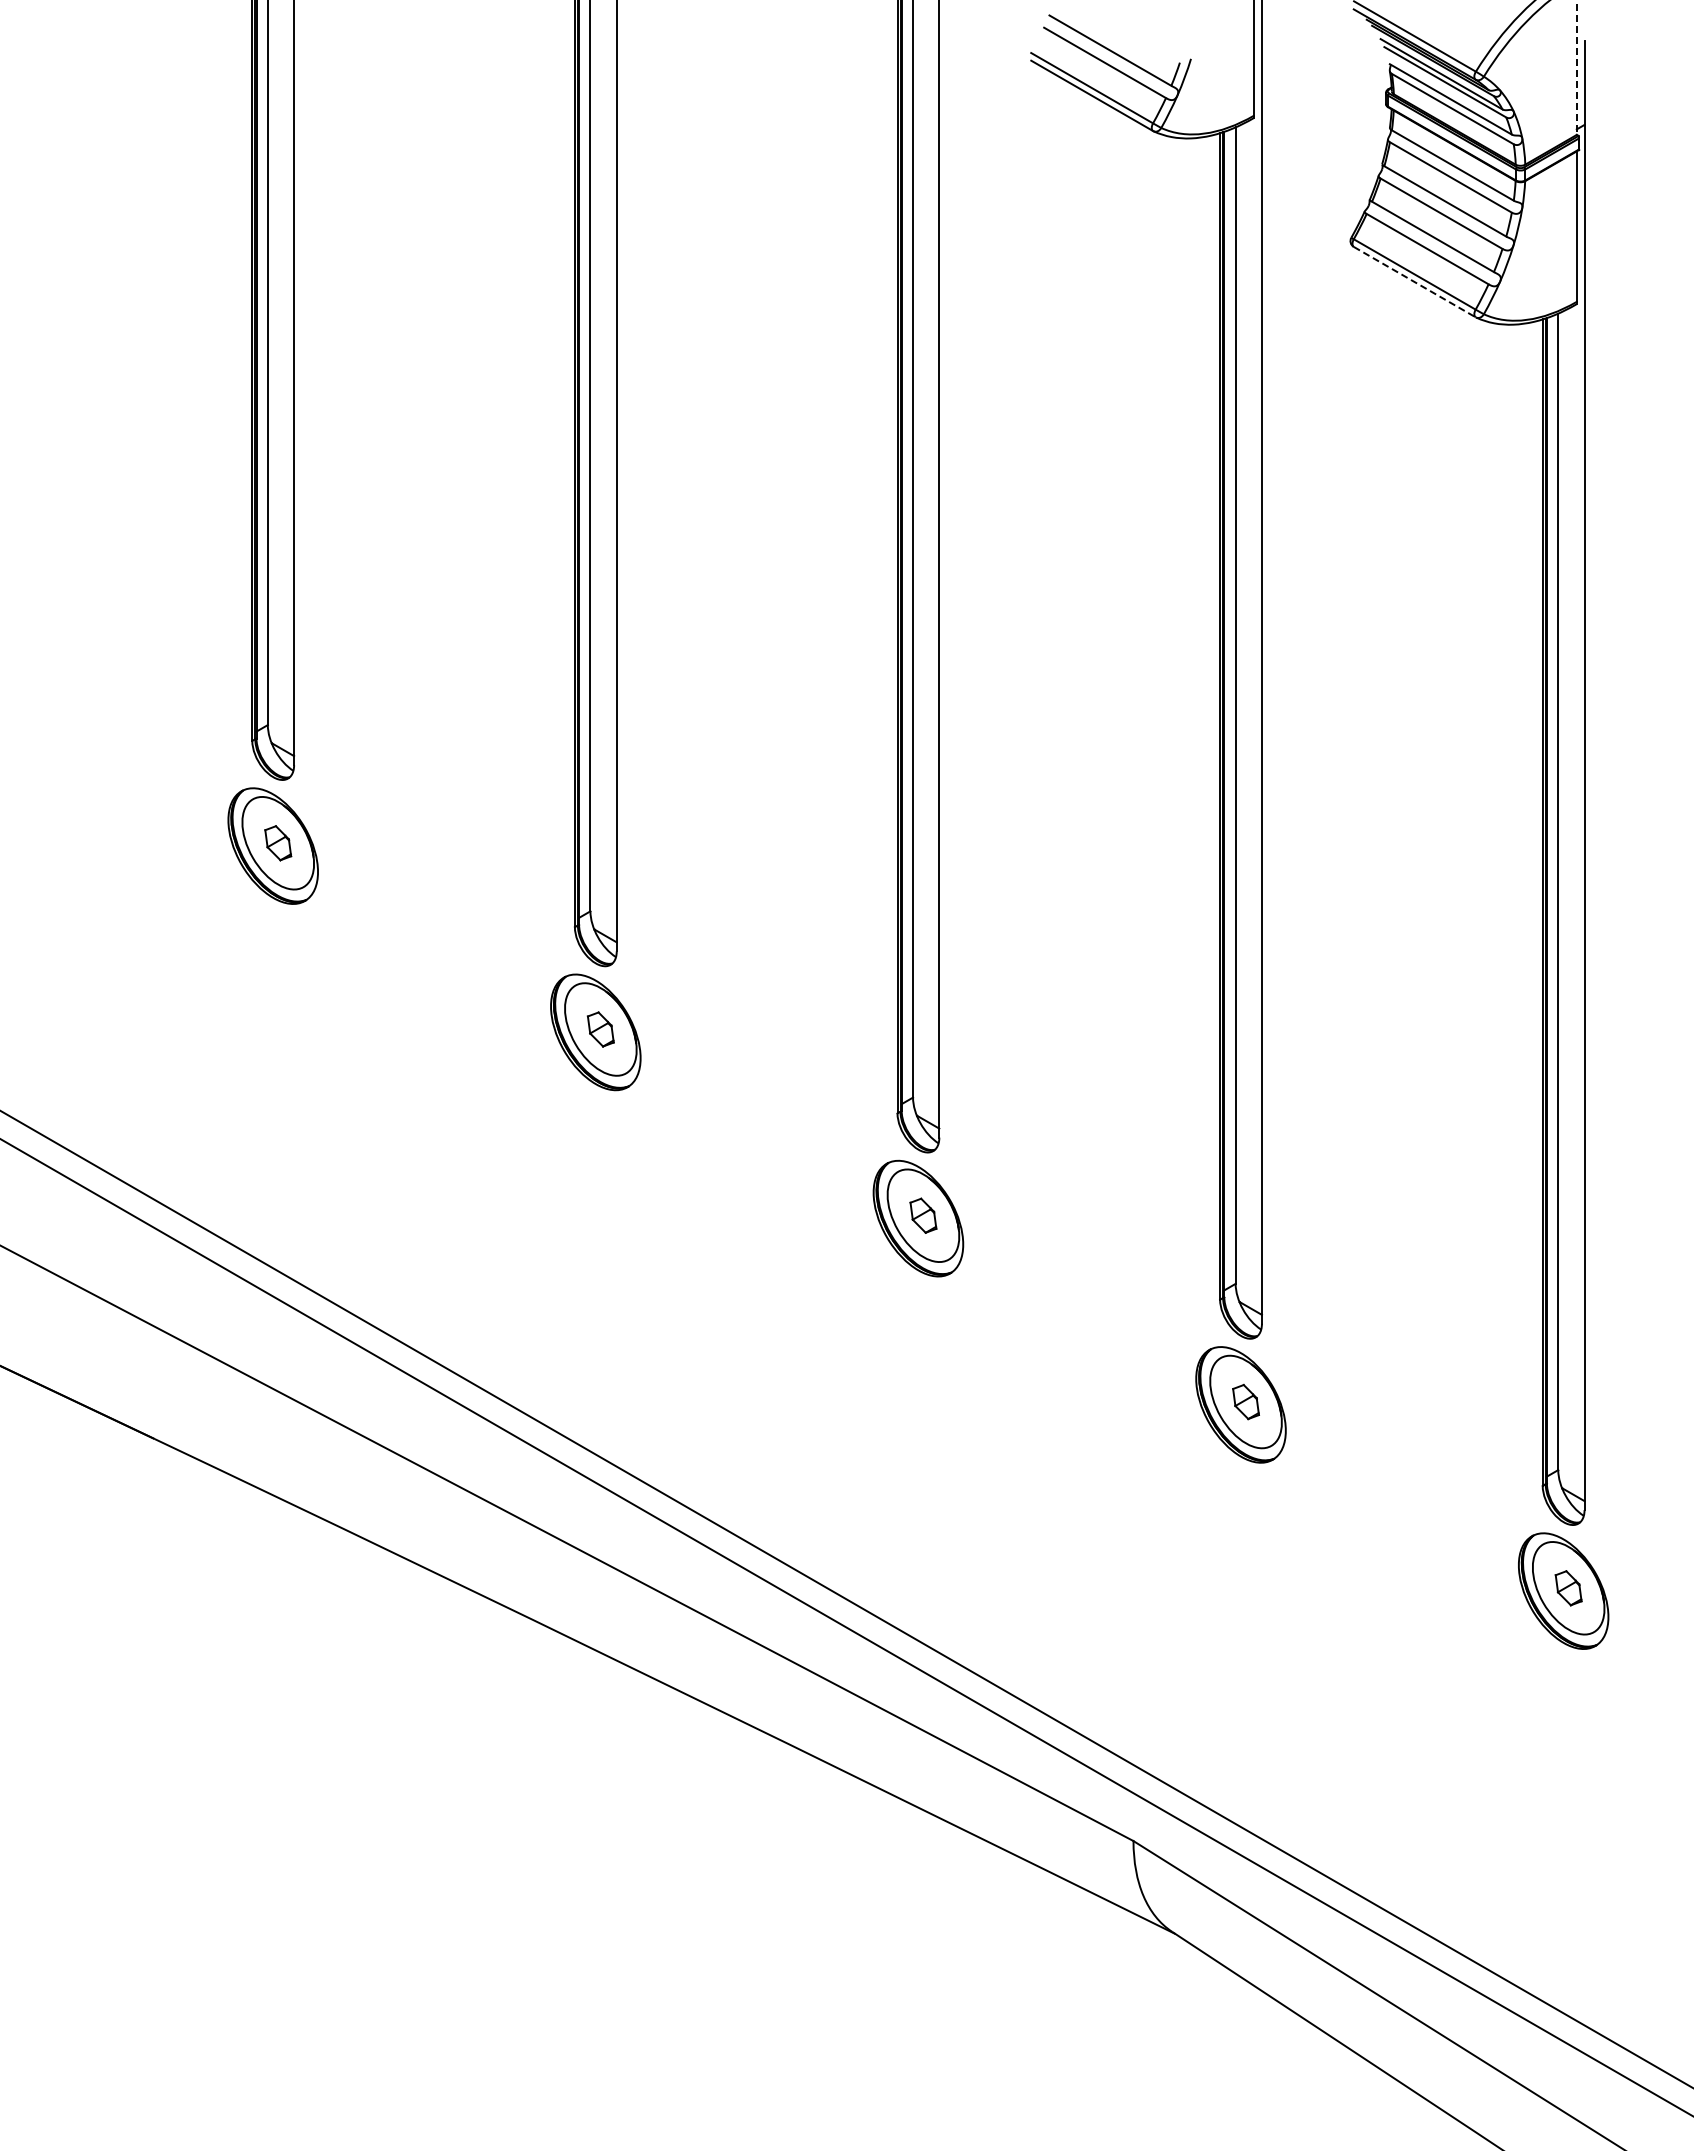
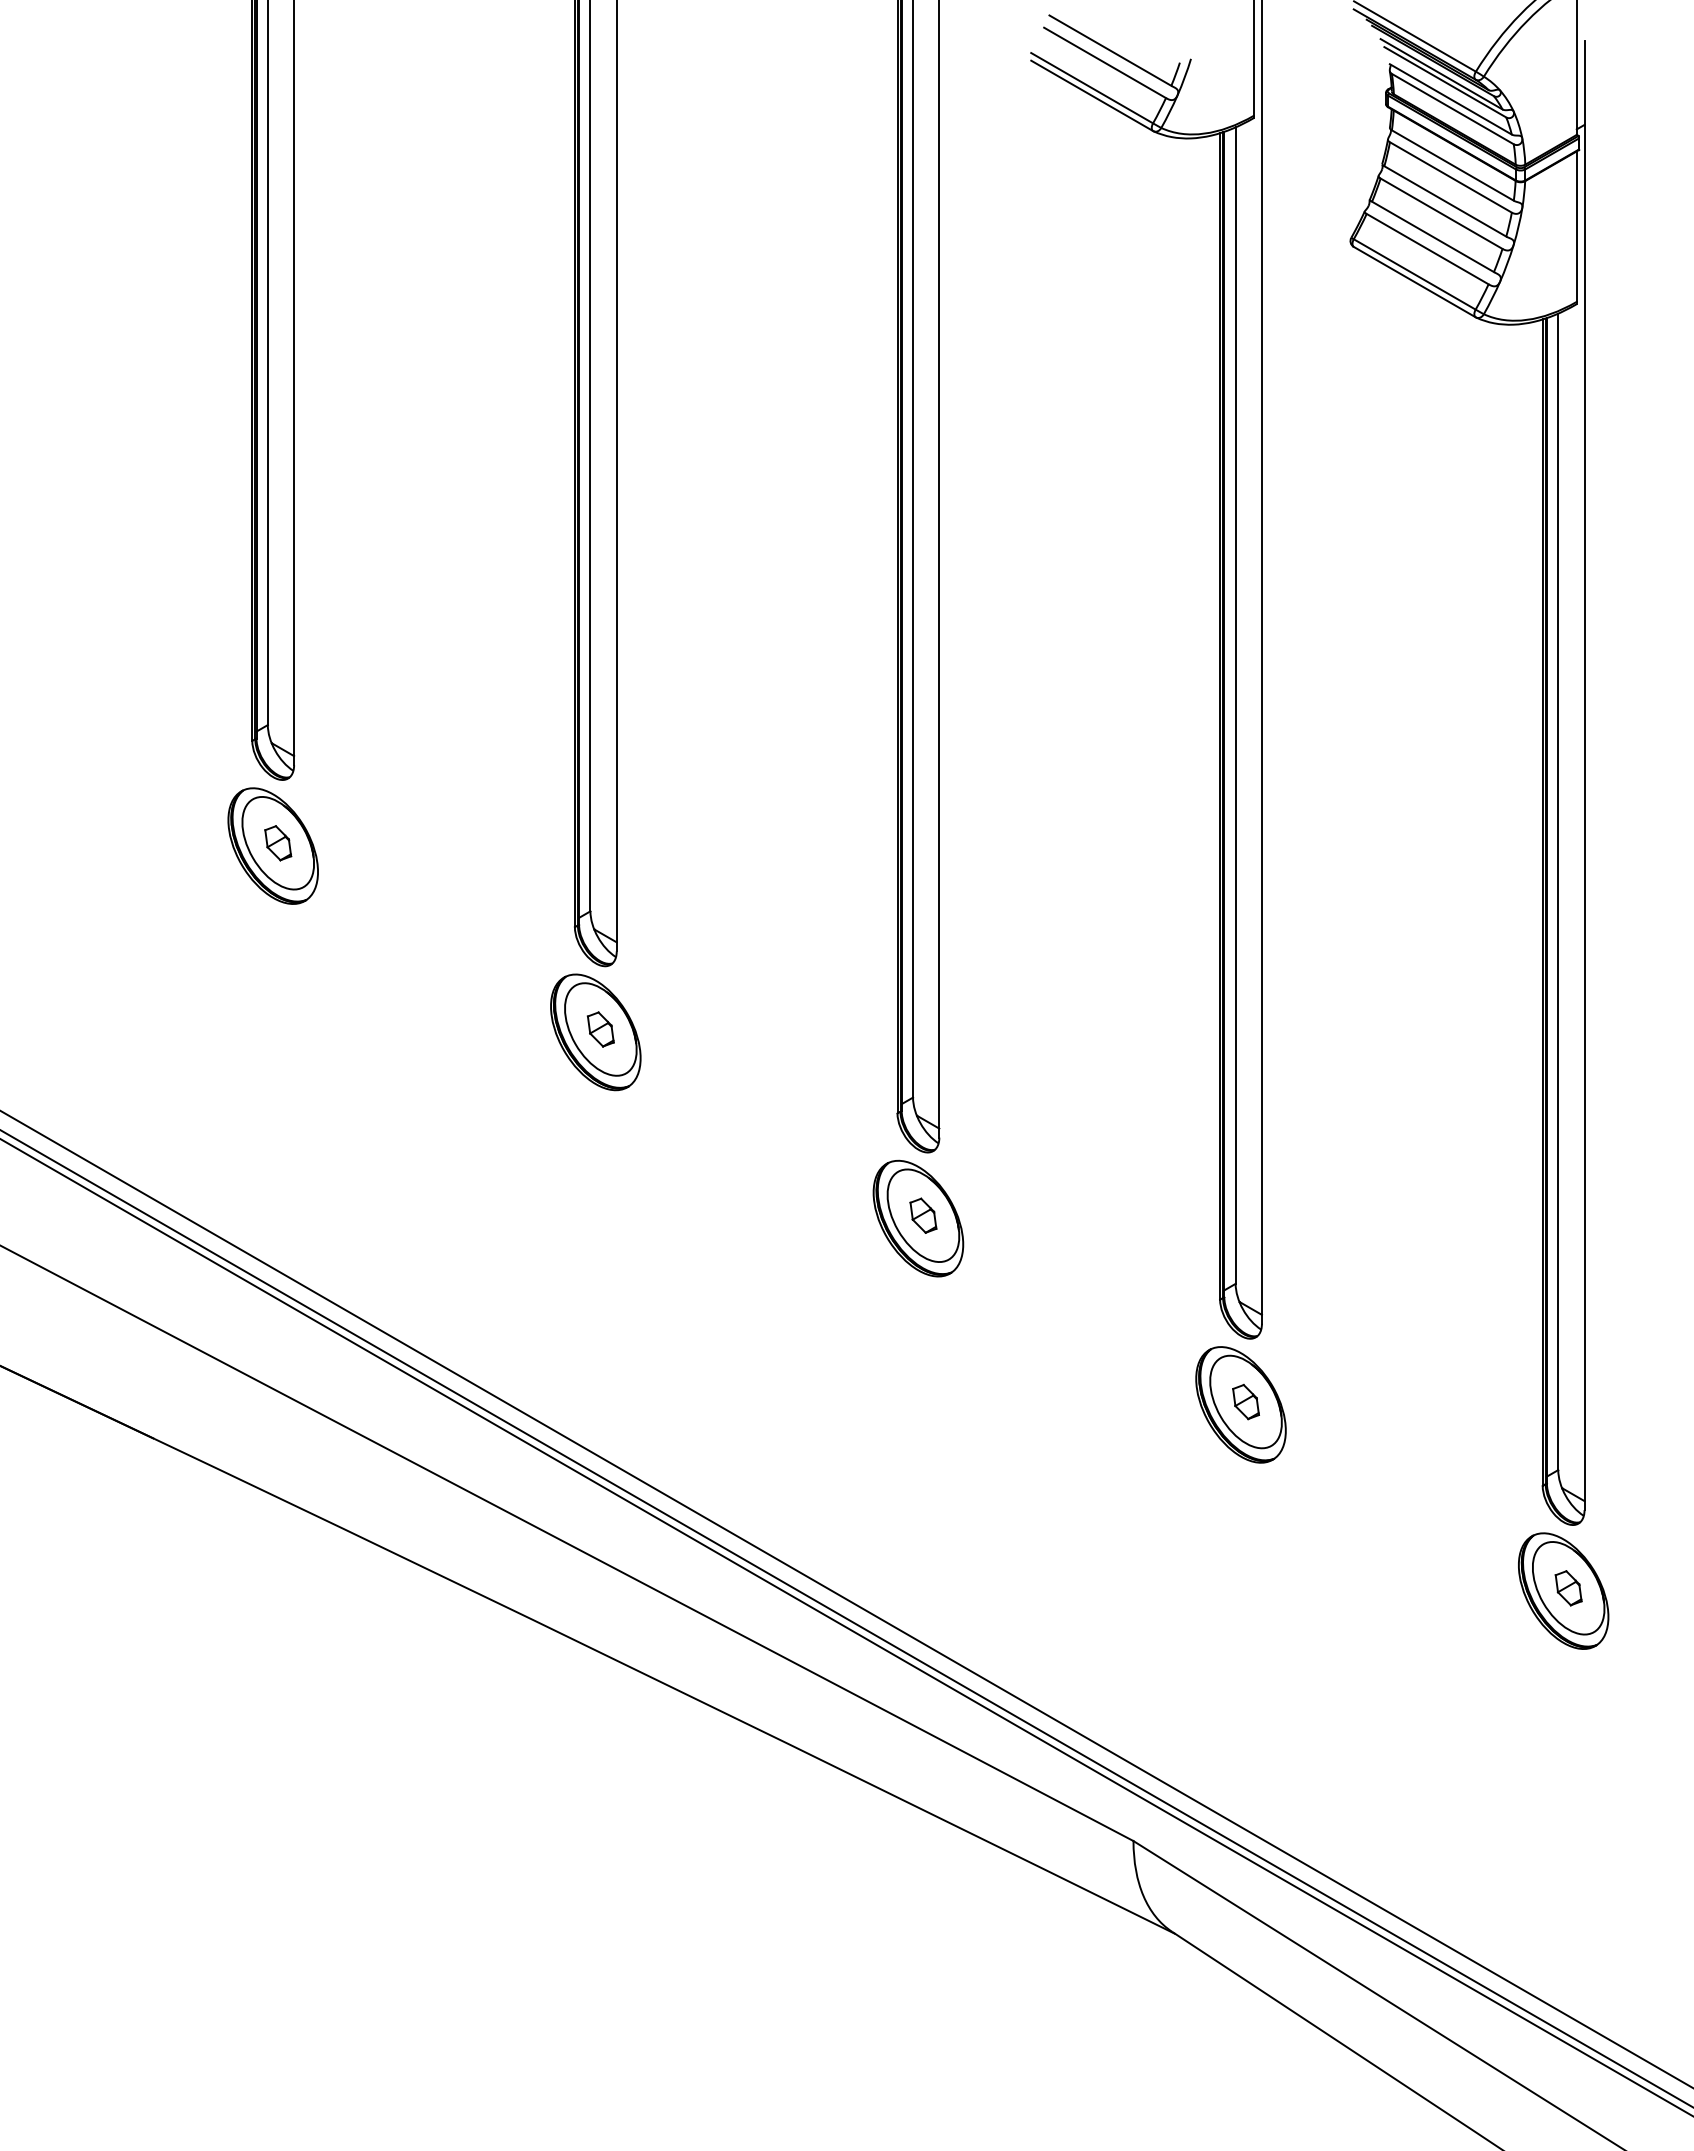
line at (1576, 68): dashed -> solid
line at (1415, 282): dashed -> solid
line at (846, 1618): none -> present
